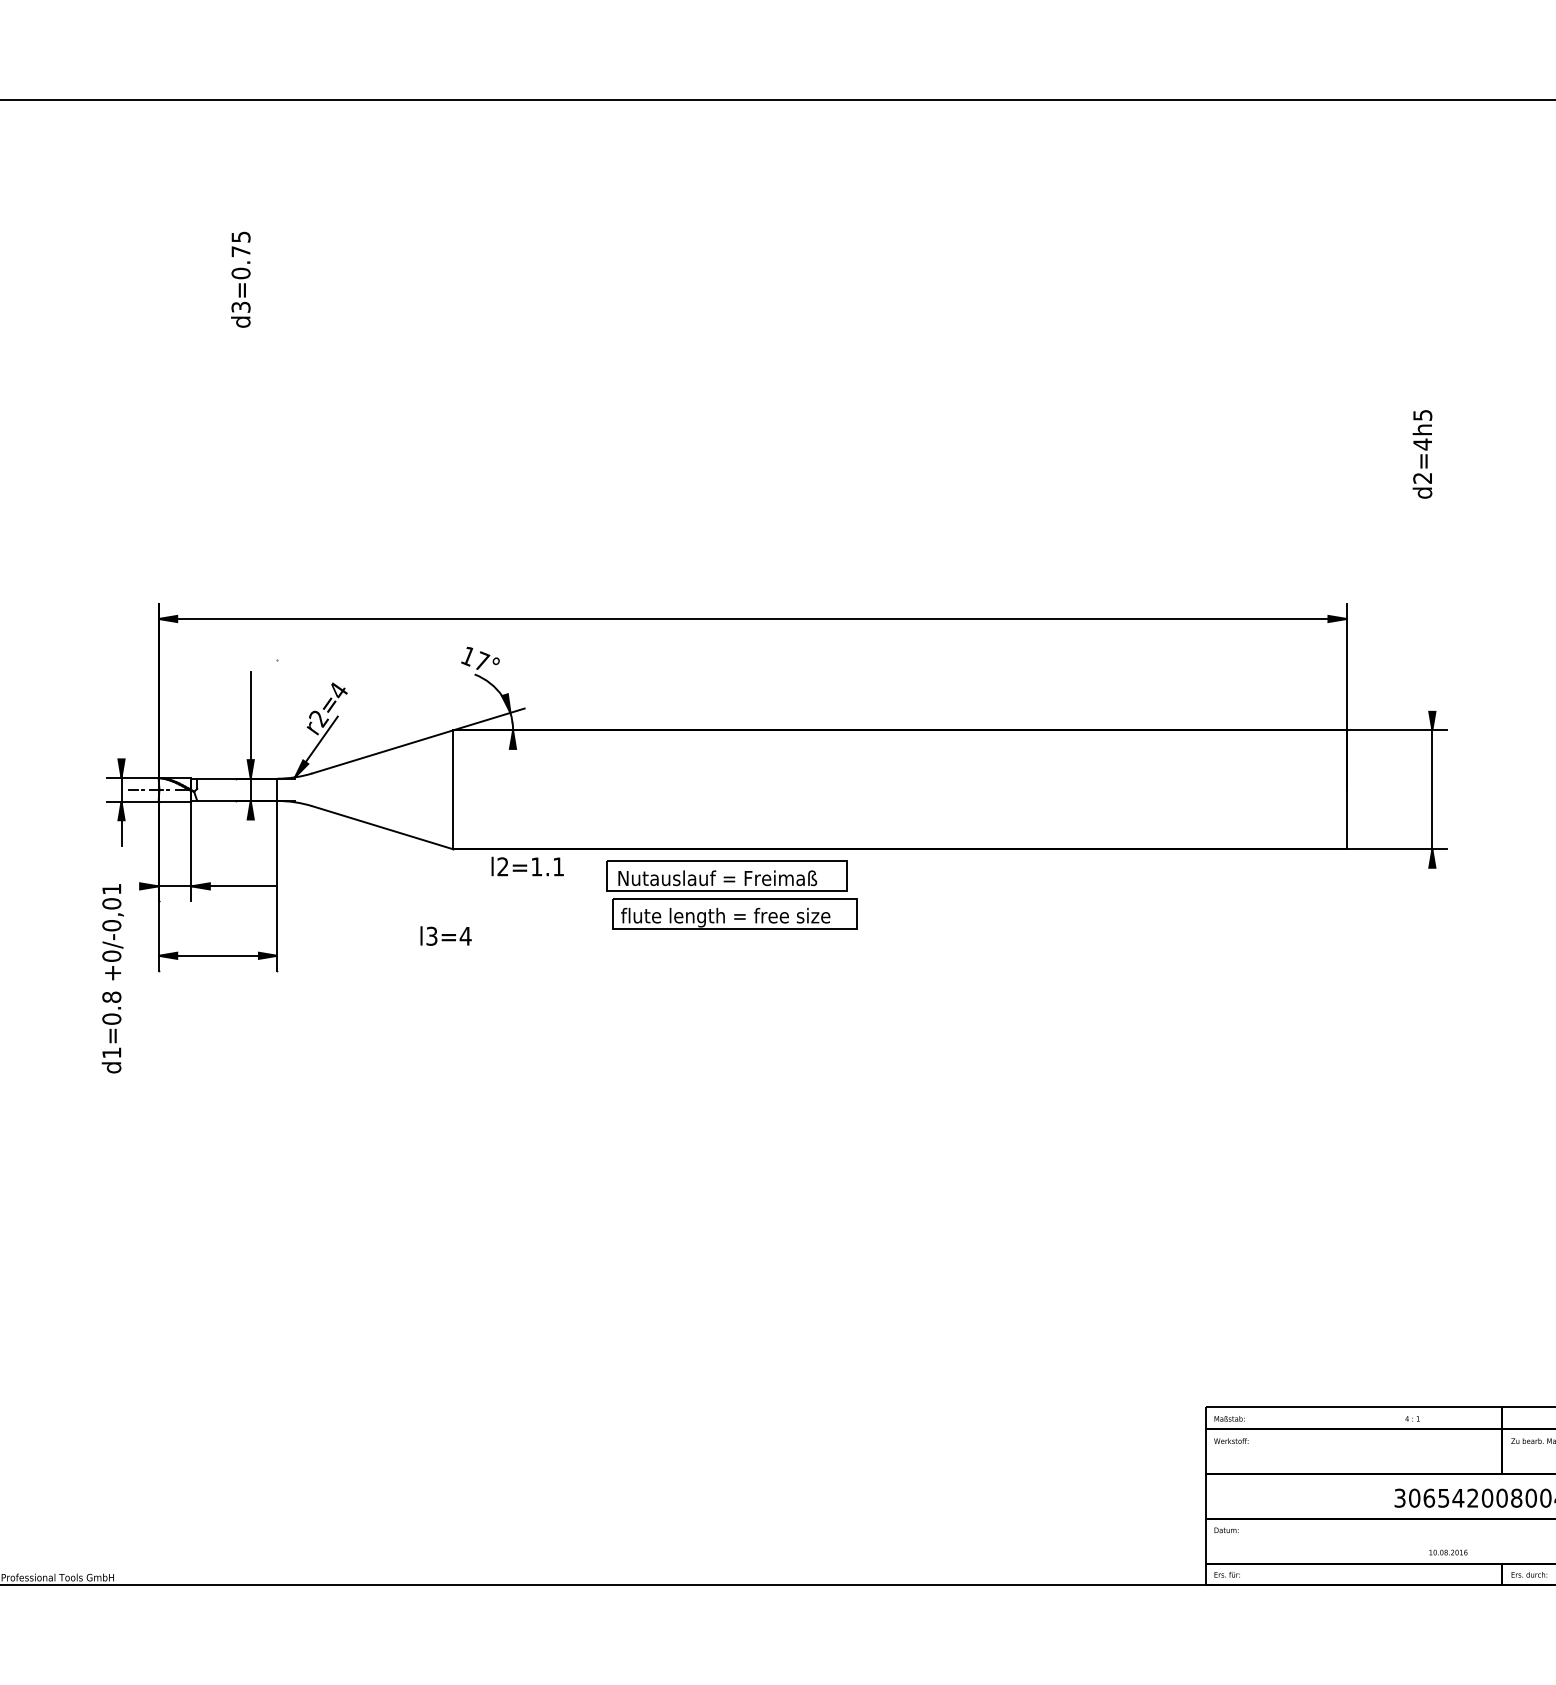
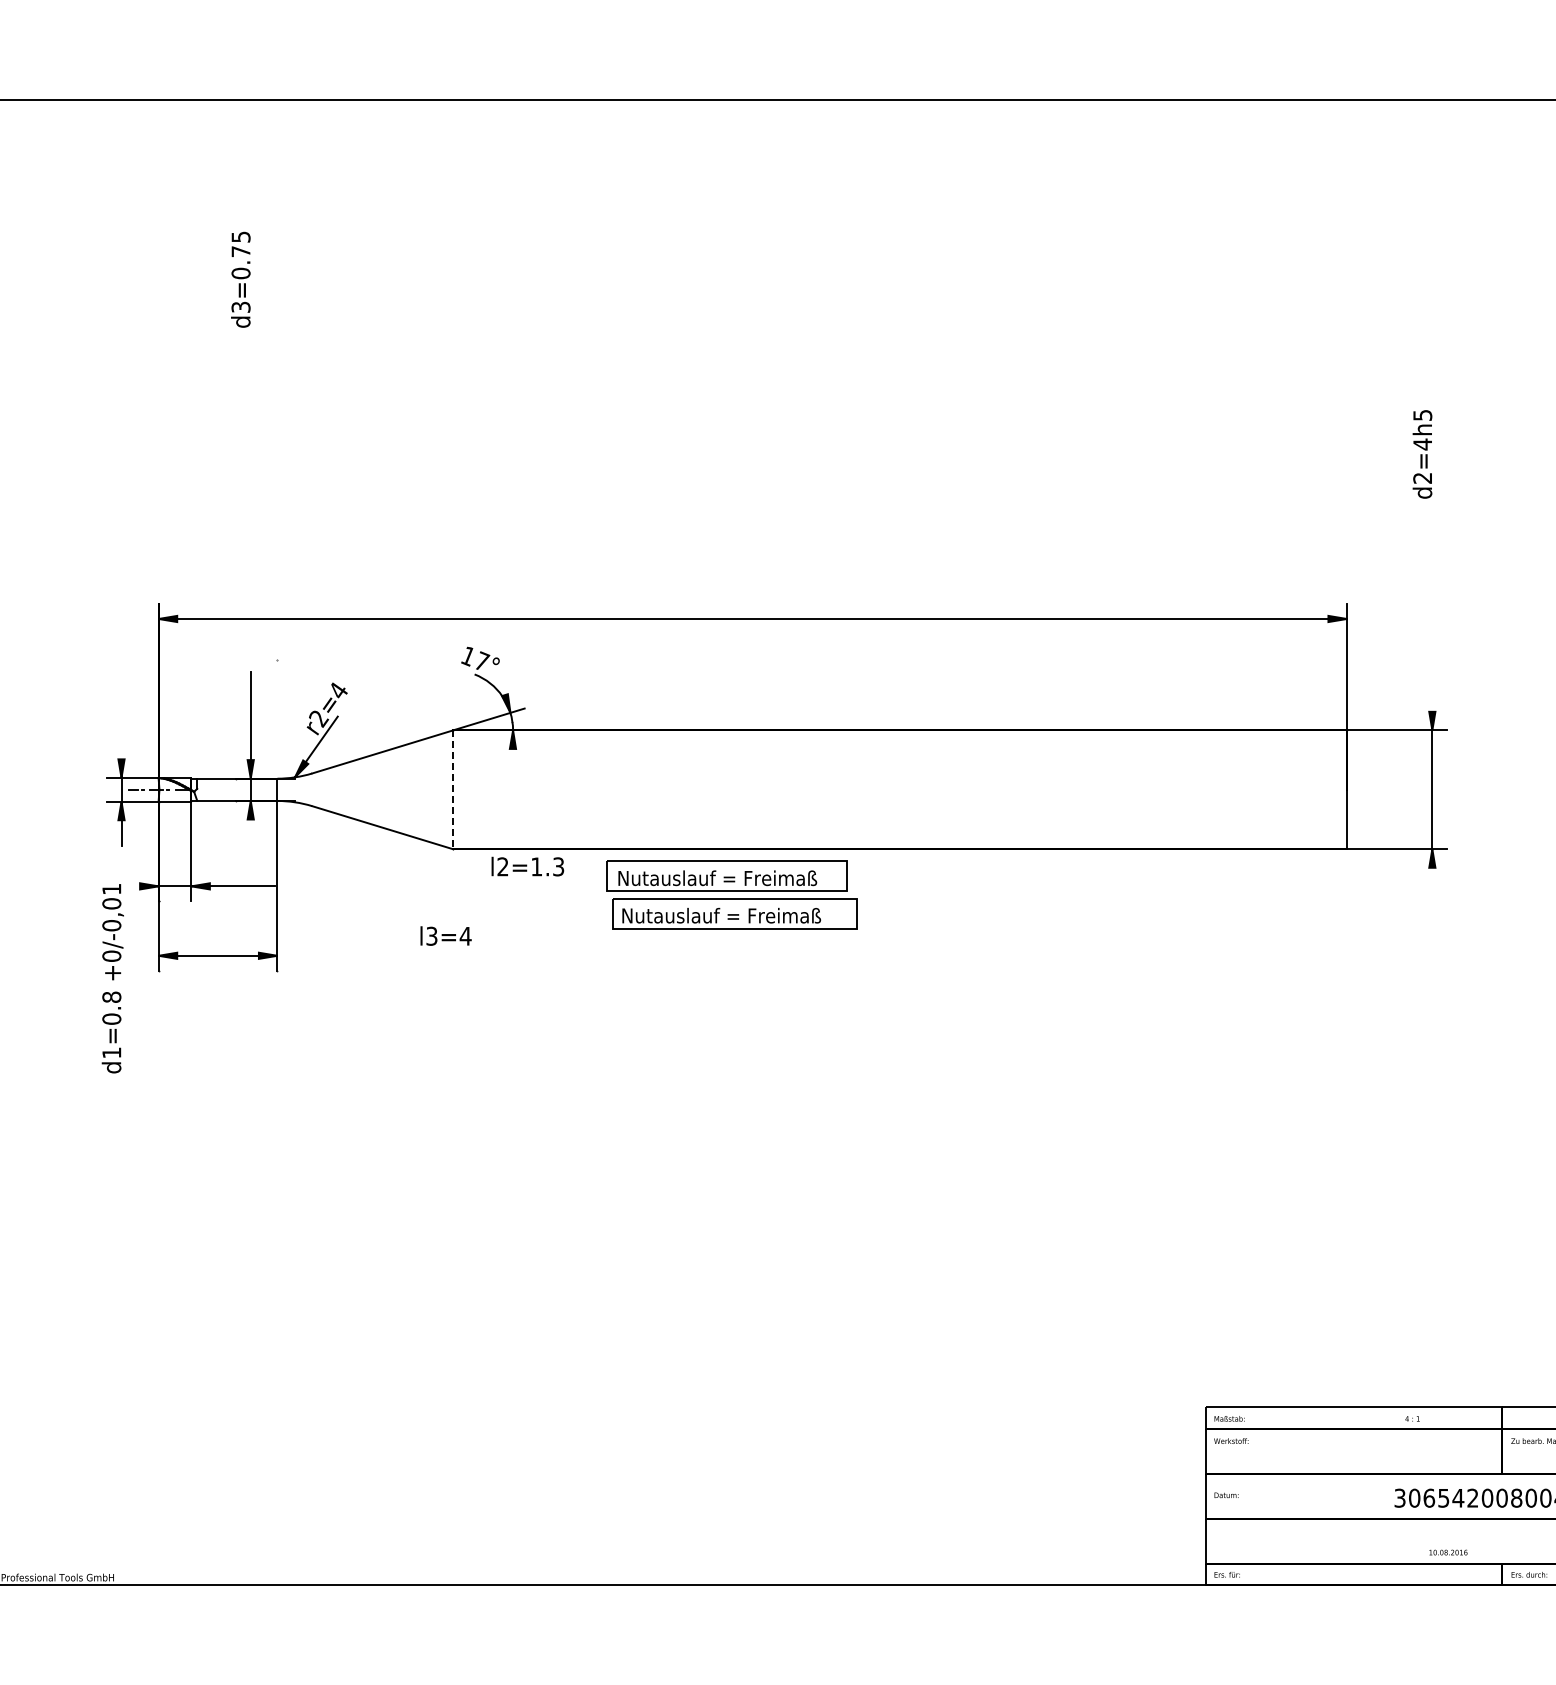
line at (453, 790): solid -> dashed
text at (558, 866): l2=1.1 -> l2=1.3
text at (725, 917): flute length = free size -> Nutauslauf = Freimaß
text at (1226, 1530) position: (1226, 1530) -> (1226, 1495)
